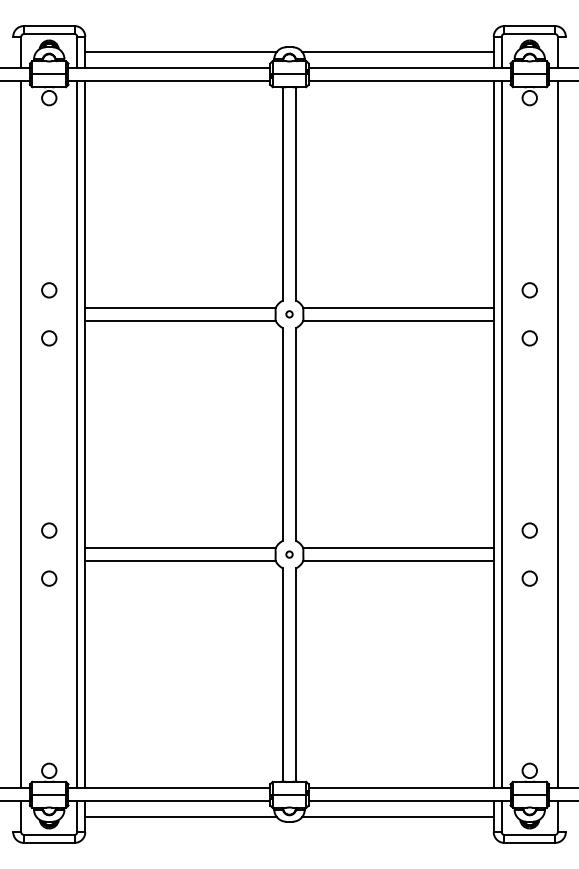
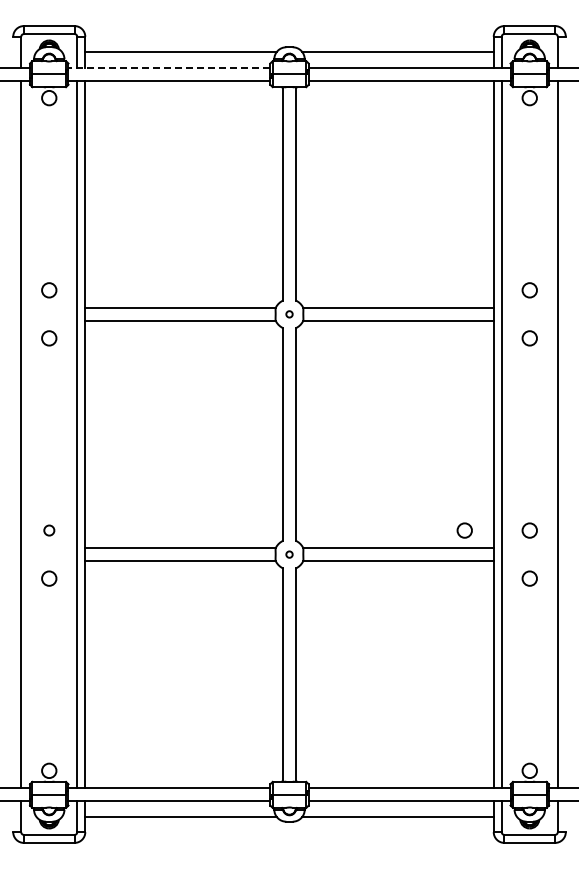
line at (169, 67): solid -> dashed
circle at (49, 530) size: 17x17 px -> 13x13 px
circle at (464, 530): none -> present
